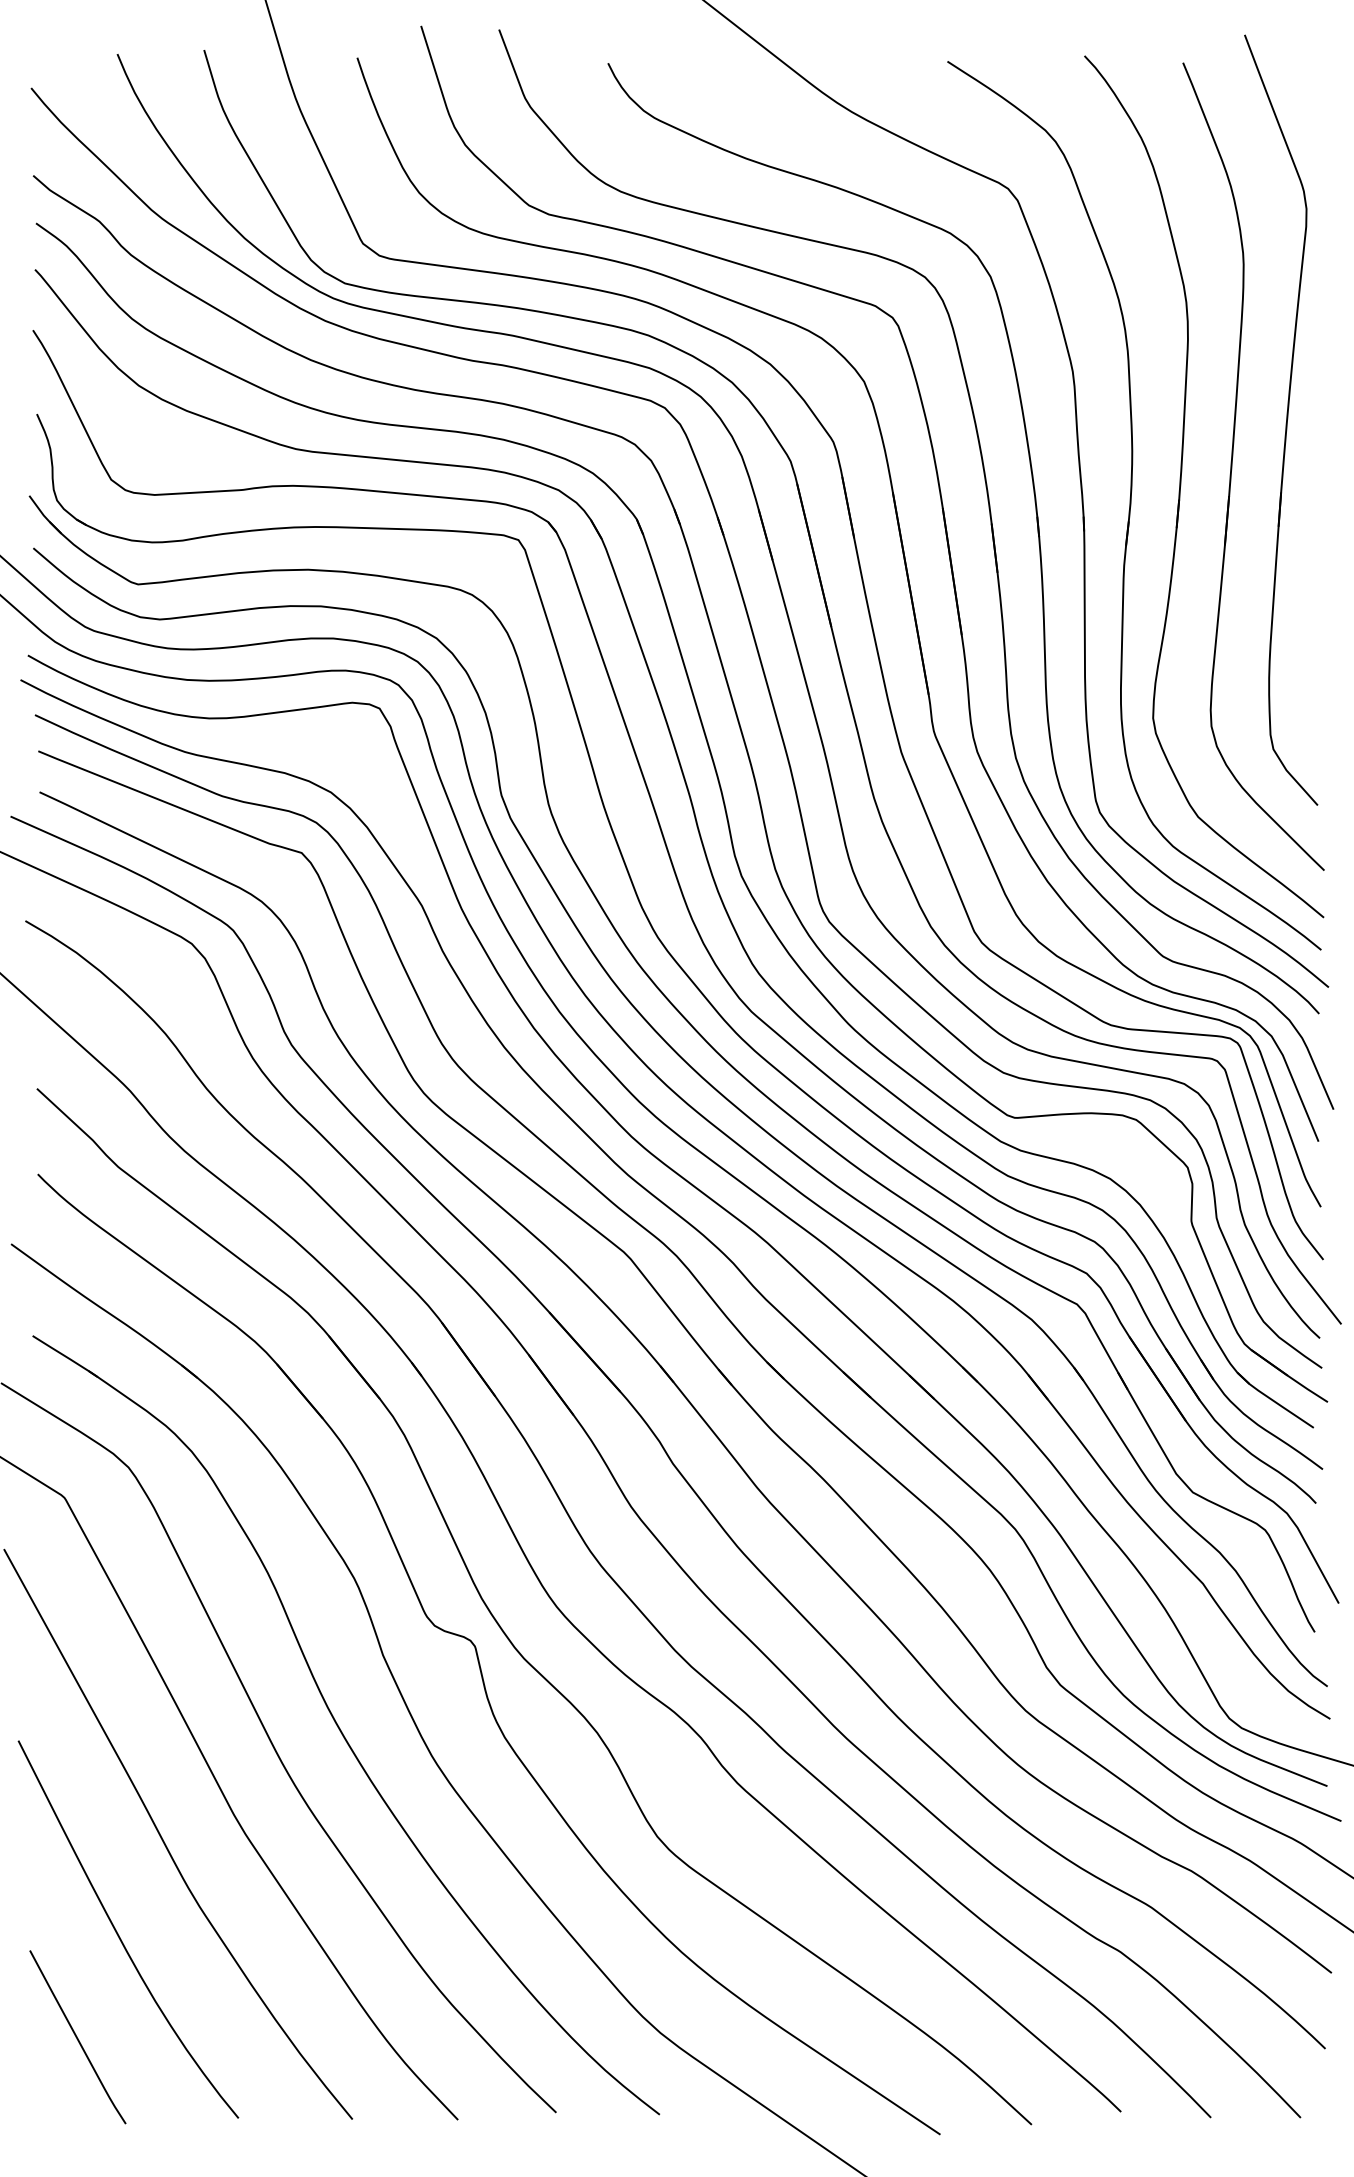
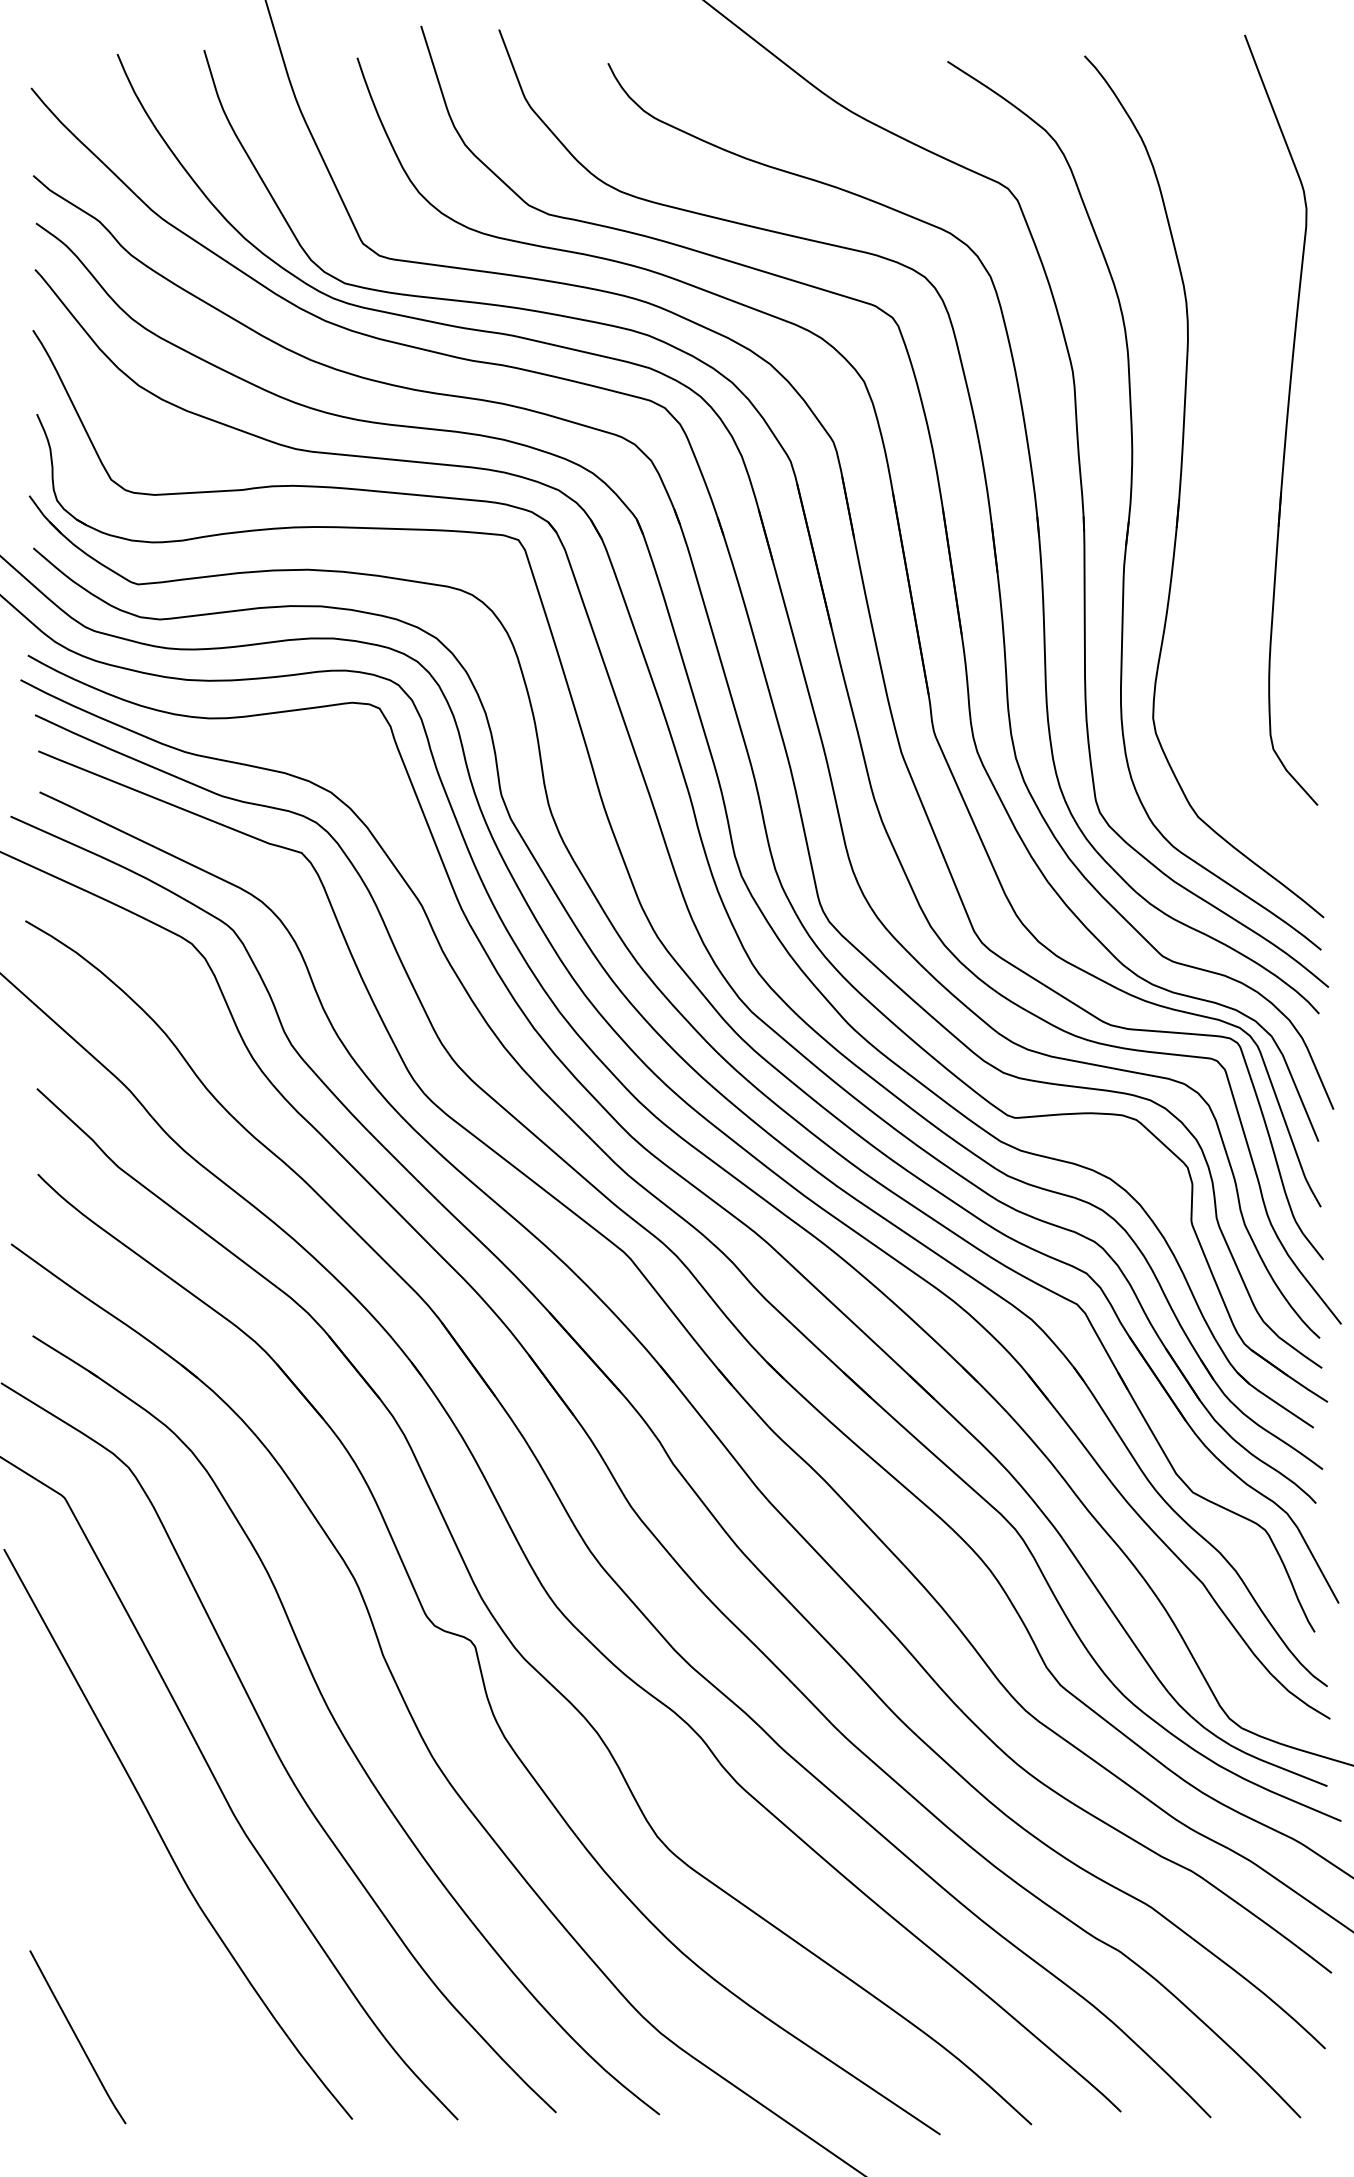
part at (1232, 466): present -> none
curve at (118, 1933): present -> none
